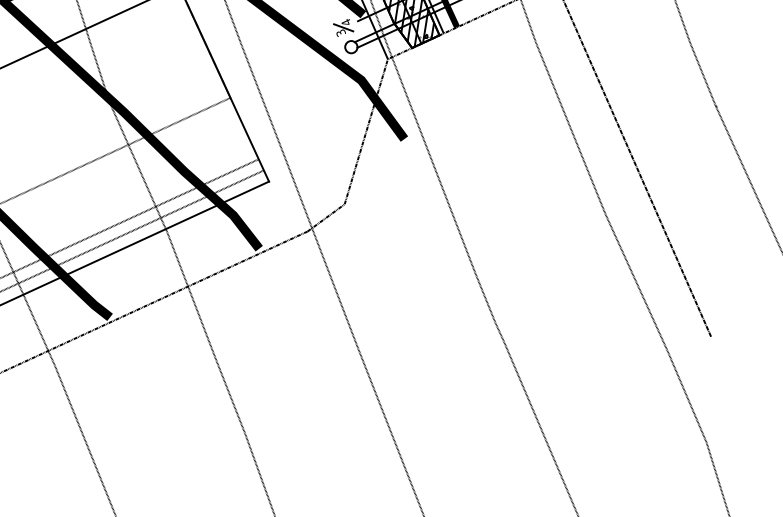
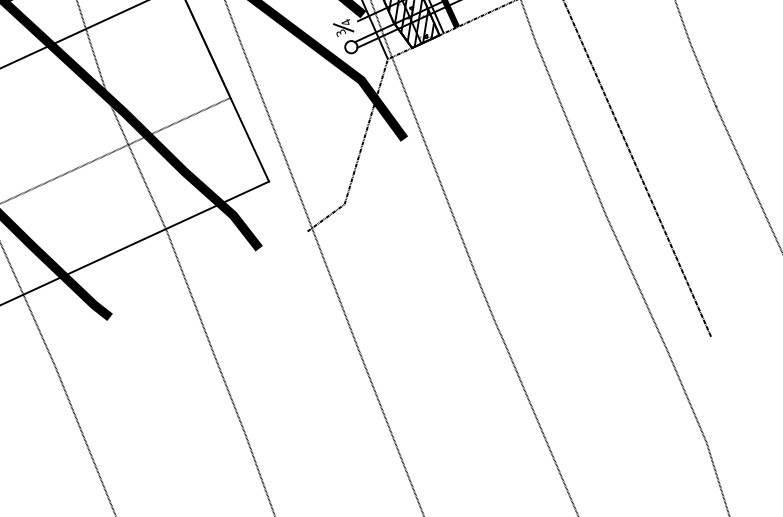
line at (130, 218): present -> none
line at (132, 230): present -> none
line at (154, 301): present -> none
